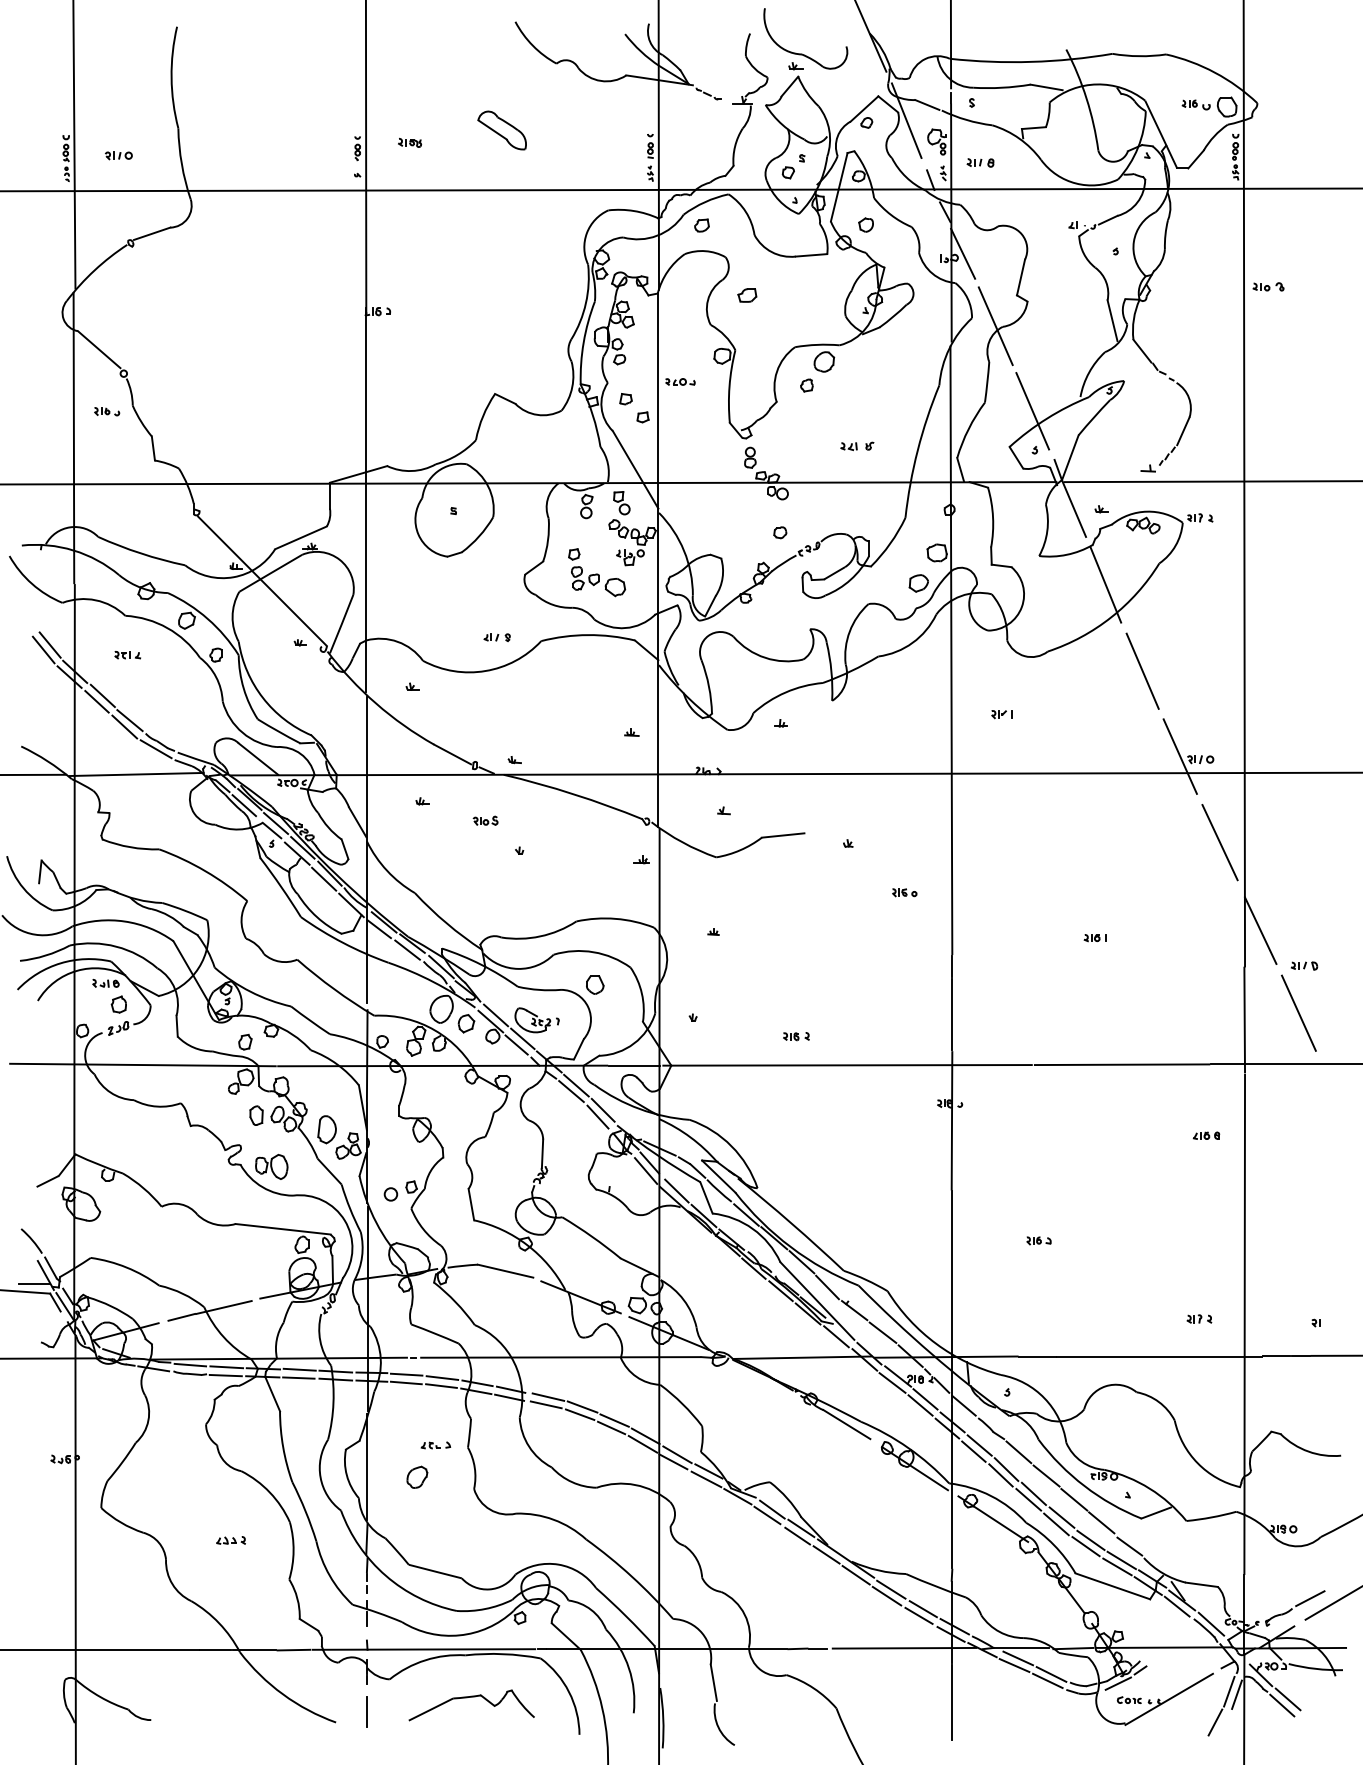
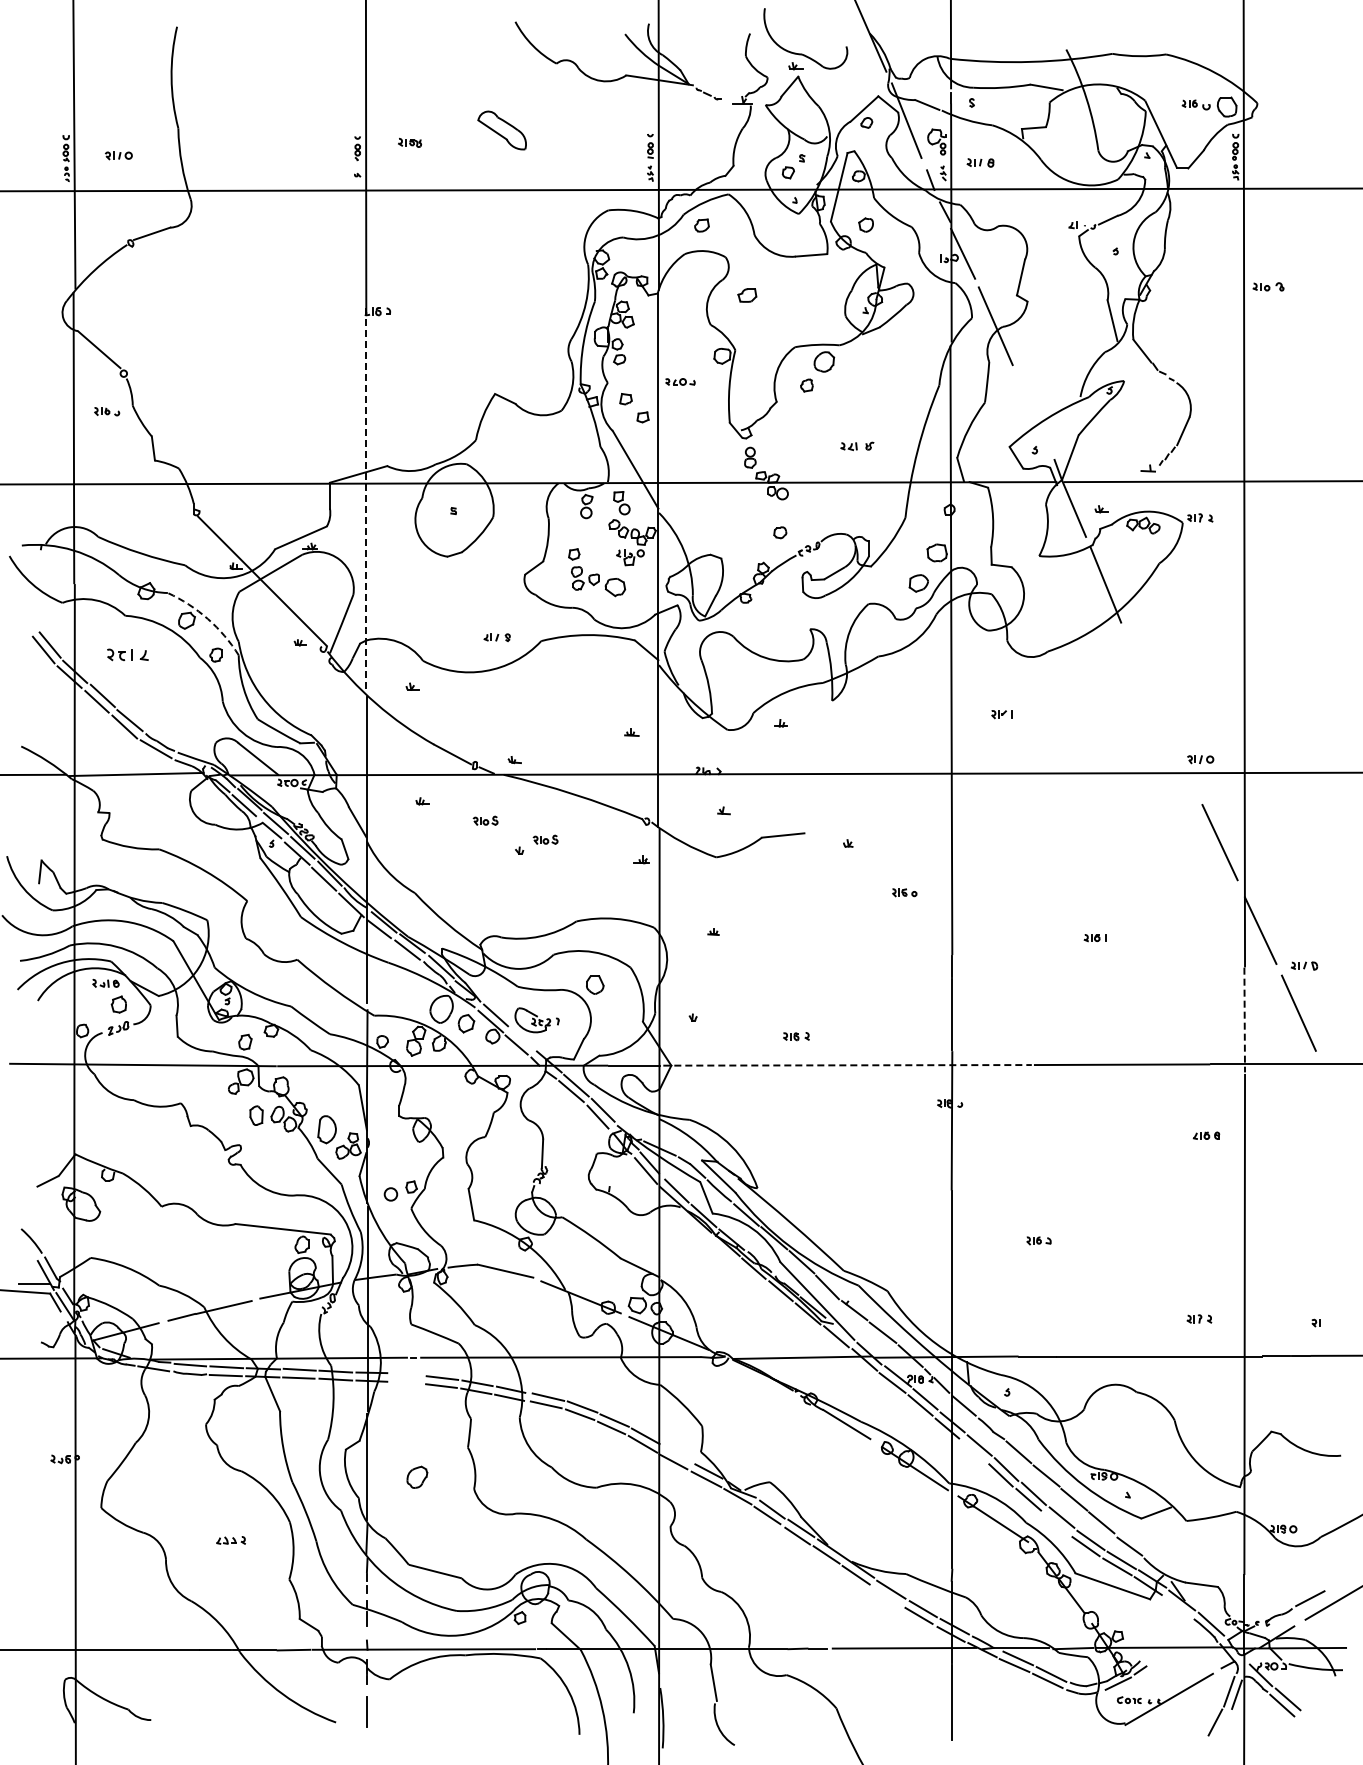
line at (1032, 411): present -> none
line at (365, 500): solid -> dashed
arc at (207, 618): solid -> dashed
part at (127, 655) size: 27x9 px -> 42x14 px
line at (1142, 670): present -> none
line at (1179, 756): present -> none
part at (545, 839): none -> present
line at (1244, 1020): solid -> dashed
line at (522, 1038): present -> none
line at (848, 1065): solid -> dashed
part at (271, 1166): present -> none
line at (406, 1374): present -> none
line at (405, 1382): present -> none
part at (435, 1445): present -> none
line at (973, 1451): present -> none
line at (677, 1454): present -> none
line at (1056, 1524): present -> none
line at (886, 1595): present -> none
line at (1176, 1606): present -> none
part at (471, 1697): present -> none
